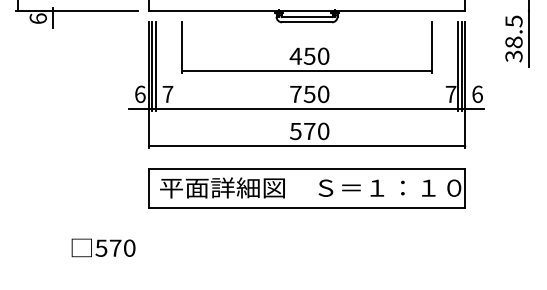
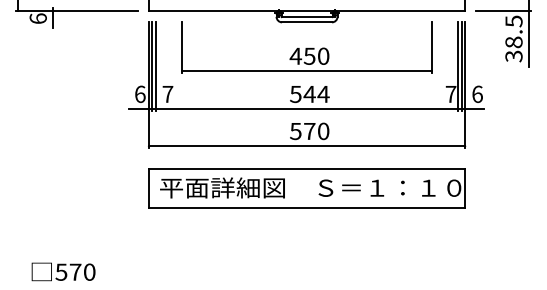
line at (503, 10): none -> present
text at (309, 94): 750 -> 544
text at (103, 247) position: (103, 247) -> (63, 271)
